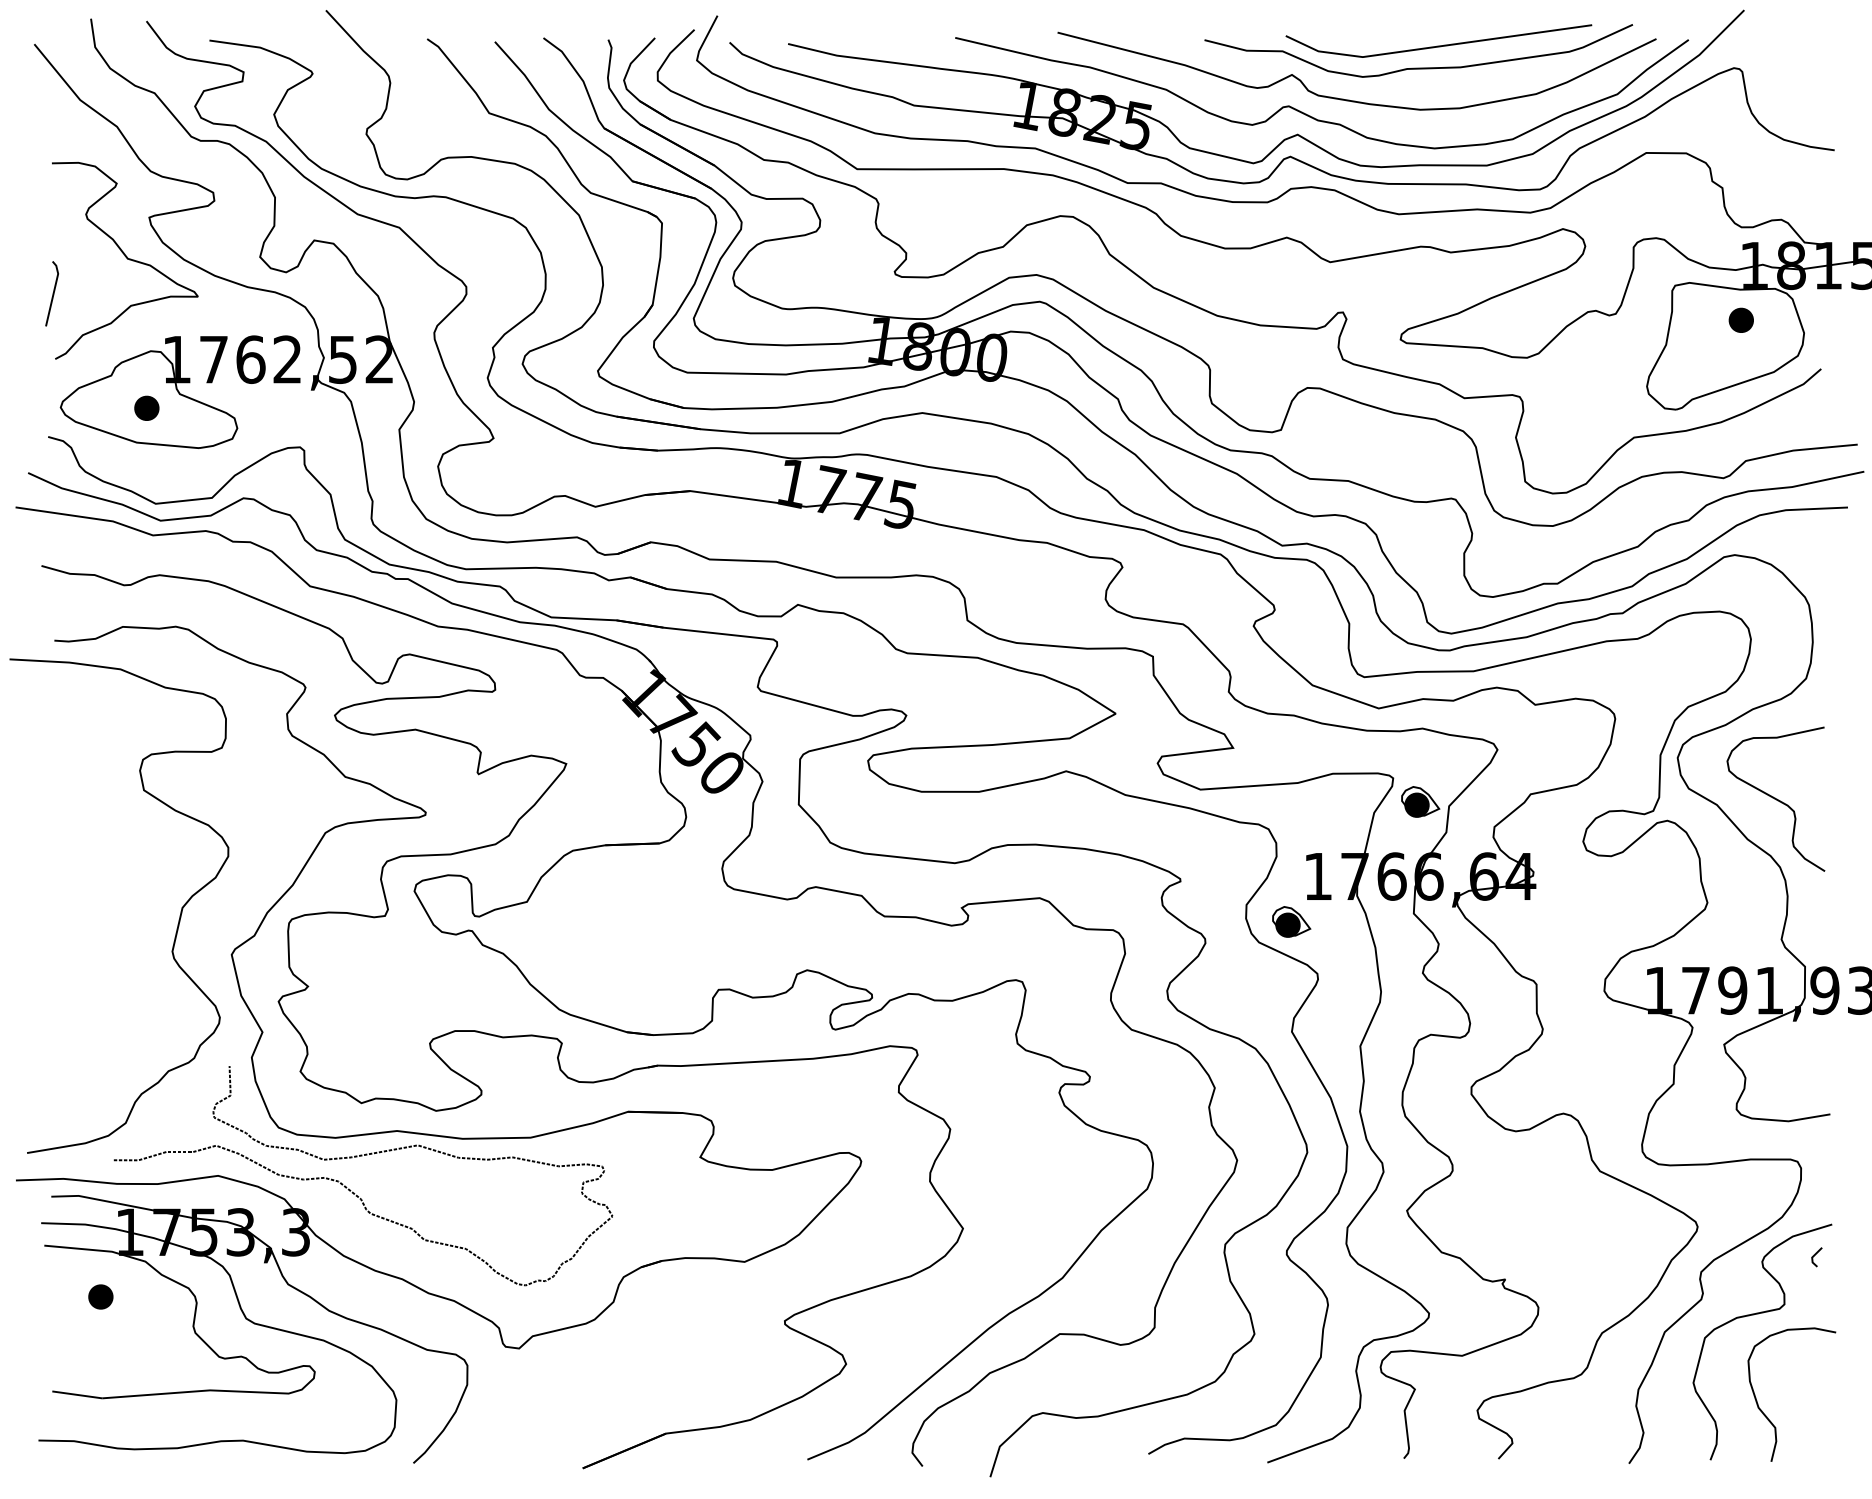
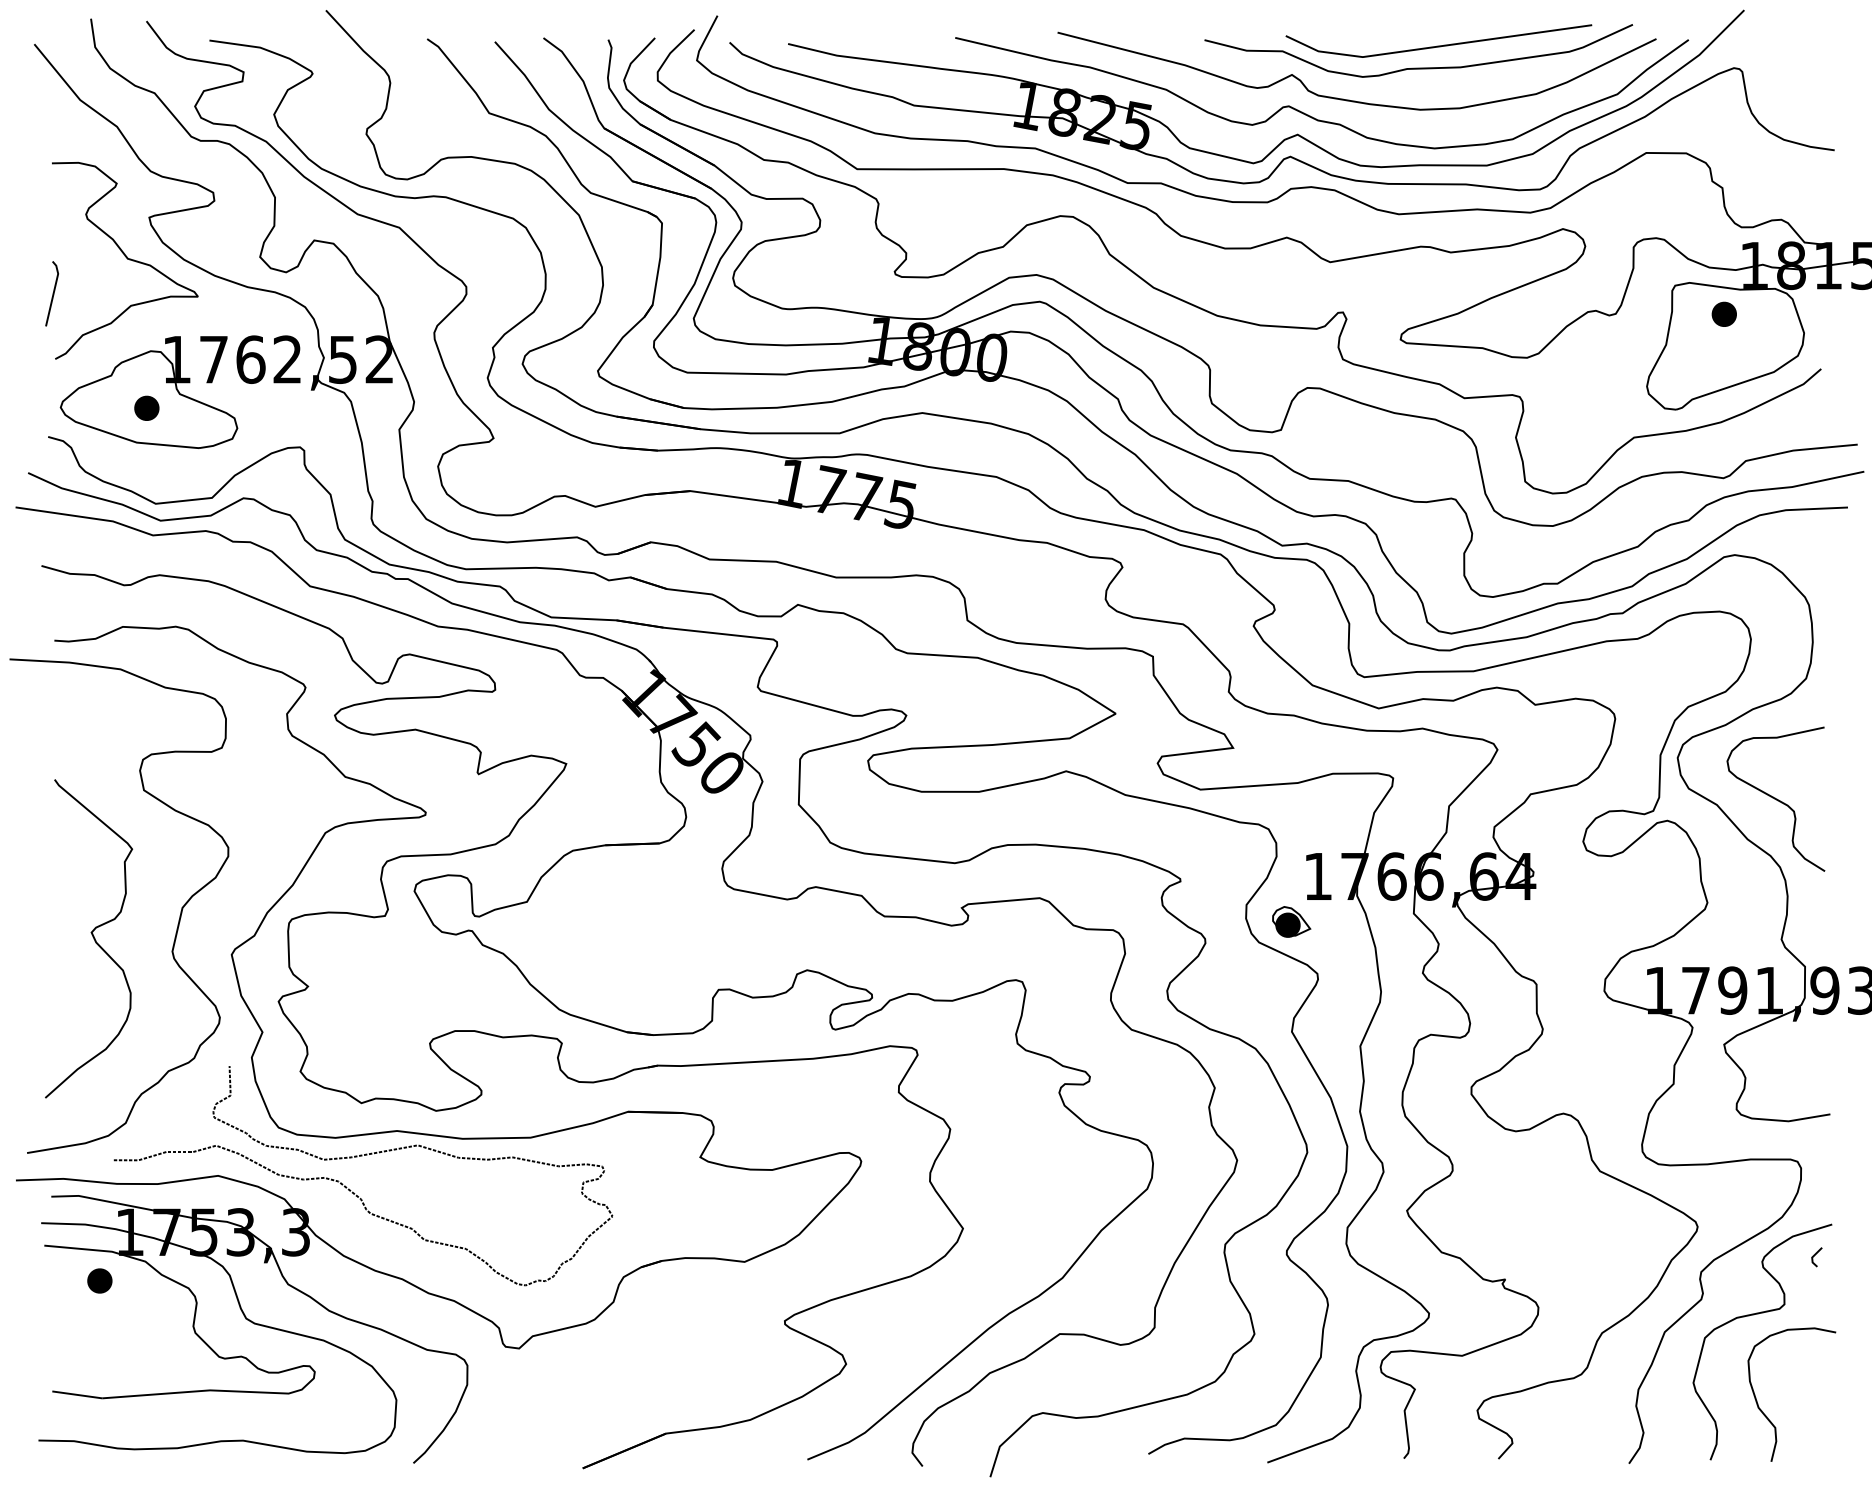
part at (1740, 319) position: (1740, 319) -> (1723, 313)
part at (1420, 801): present -> none
part at (89, 938): none -> present
part at (100, 1296) position: (100, 1296) -> (99, 1280)
